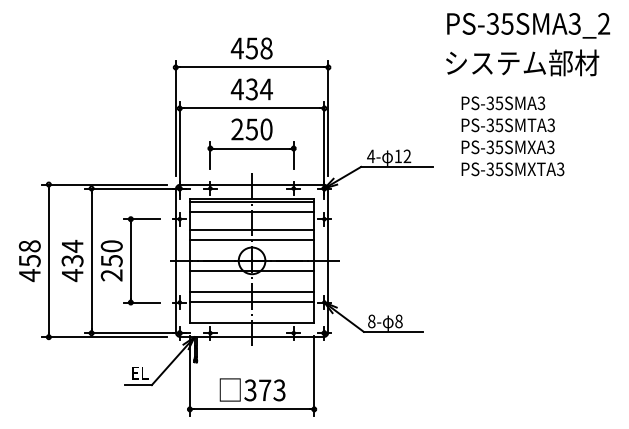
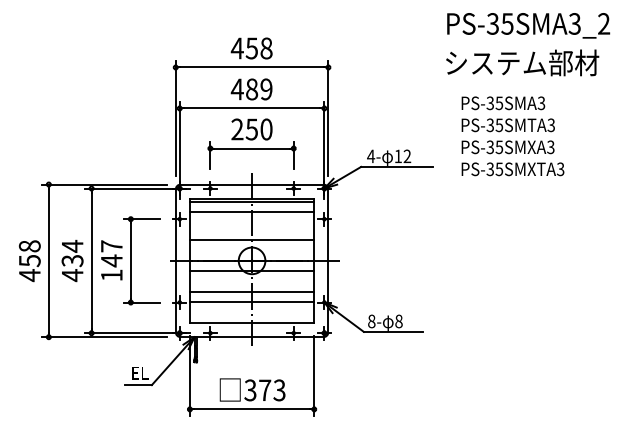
text at (258, 89): 434 -> 489
line at (251, 229): present -> none
text at (111, 260): 250 -> 147
